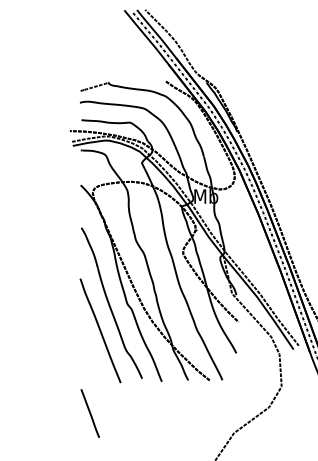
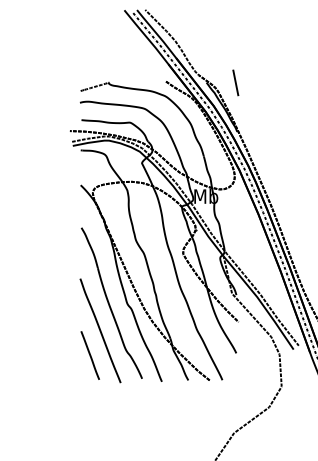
line at (235, 82): none -> present
line at (89, 413) position: (89, 413) -> (89, 355)
